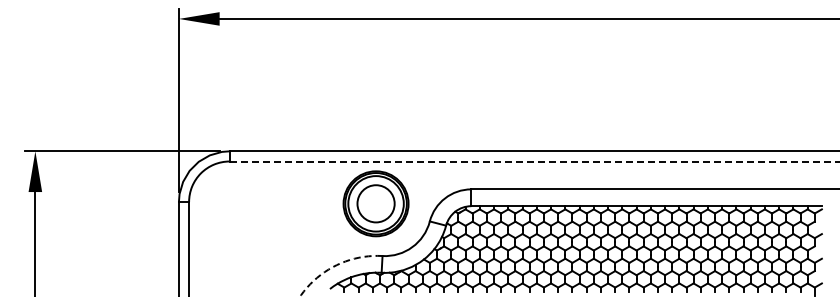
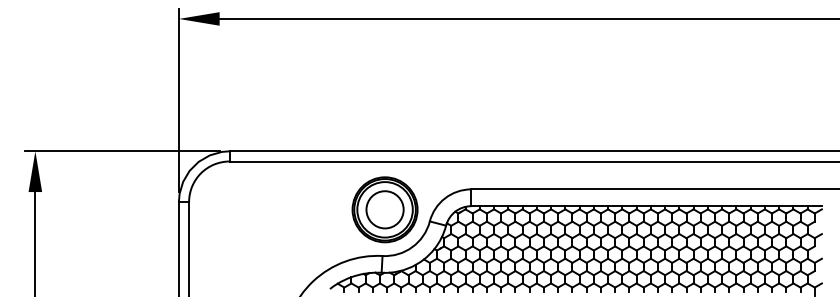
line at (534, 161): dashed -> solid
part at (375, 203) position: (375, 203) -> (384, 209)
arc at (336, 265): dashed -> solid
